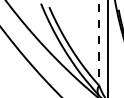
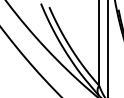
line at (99, 42): dashed -> solid
